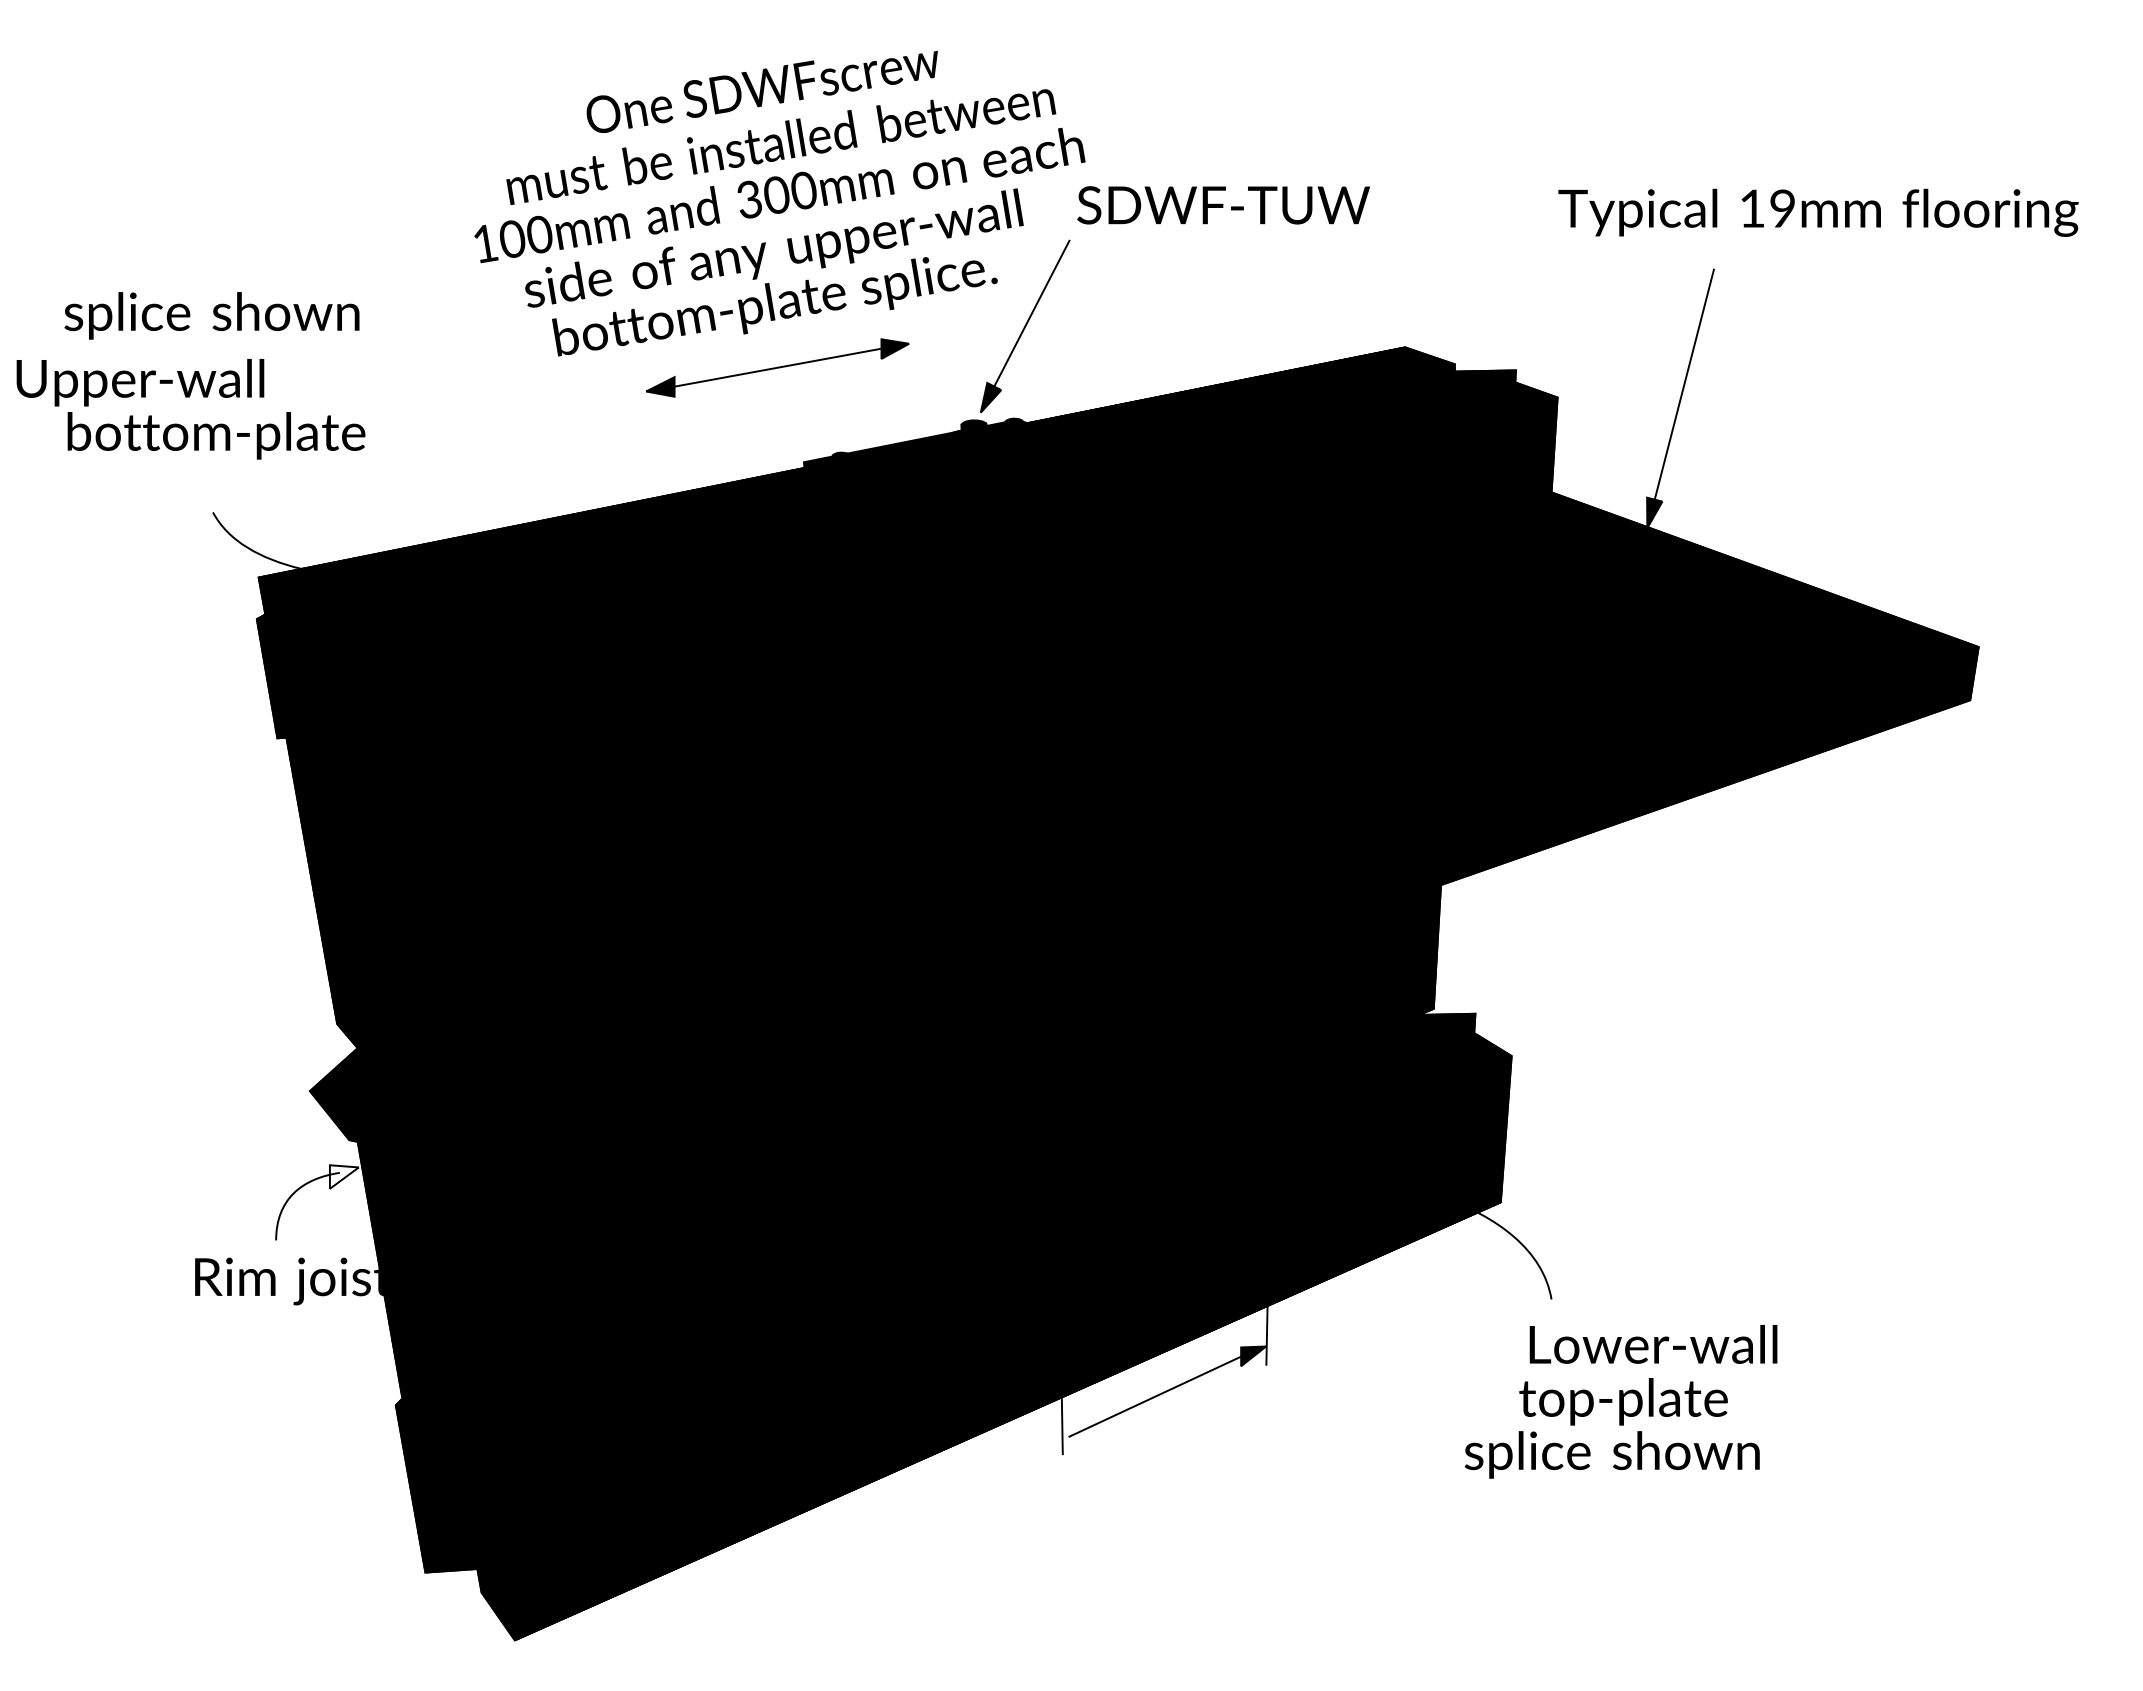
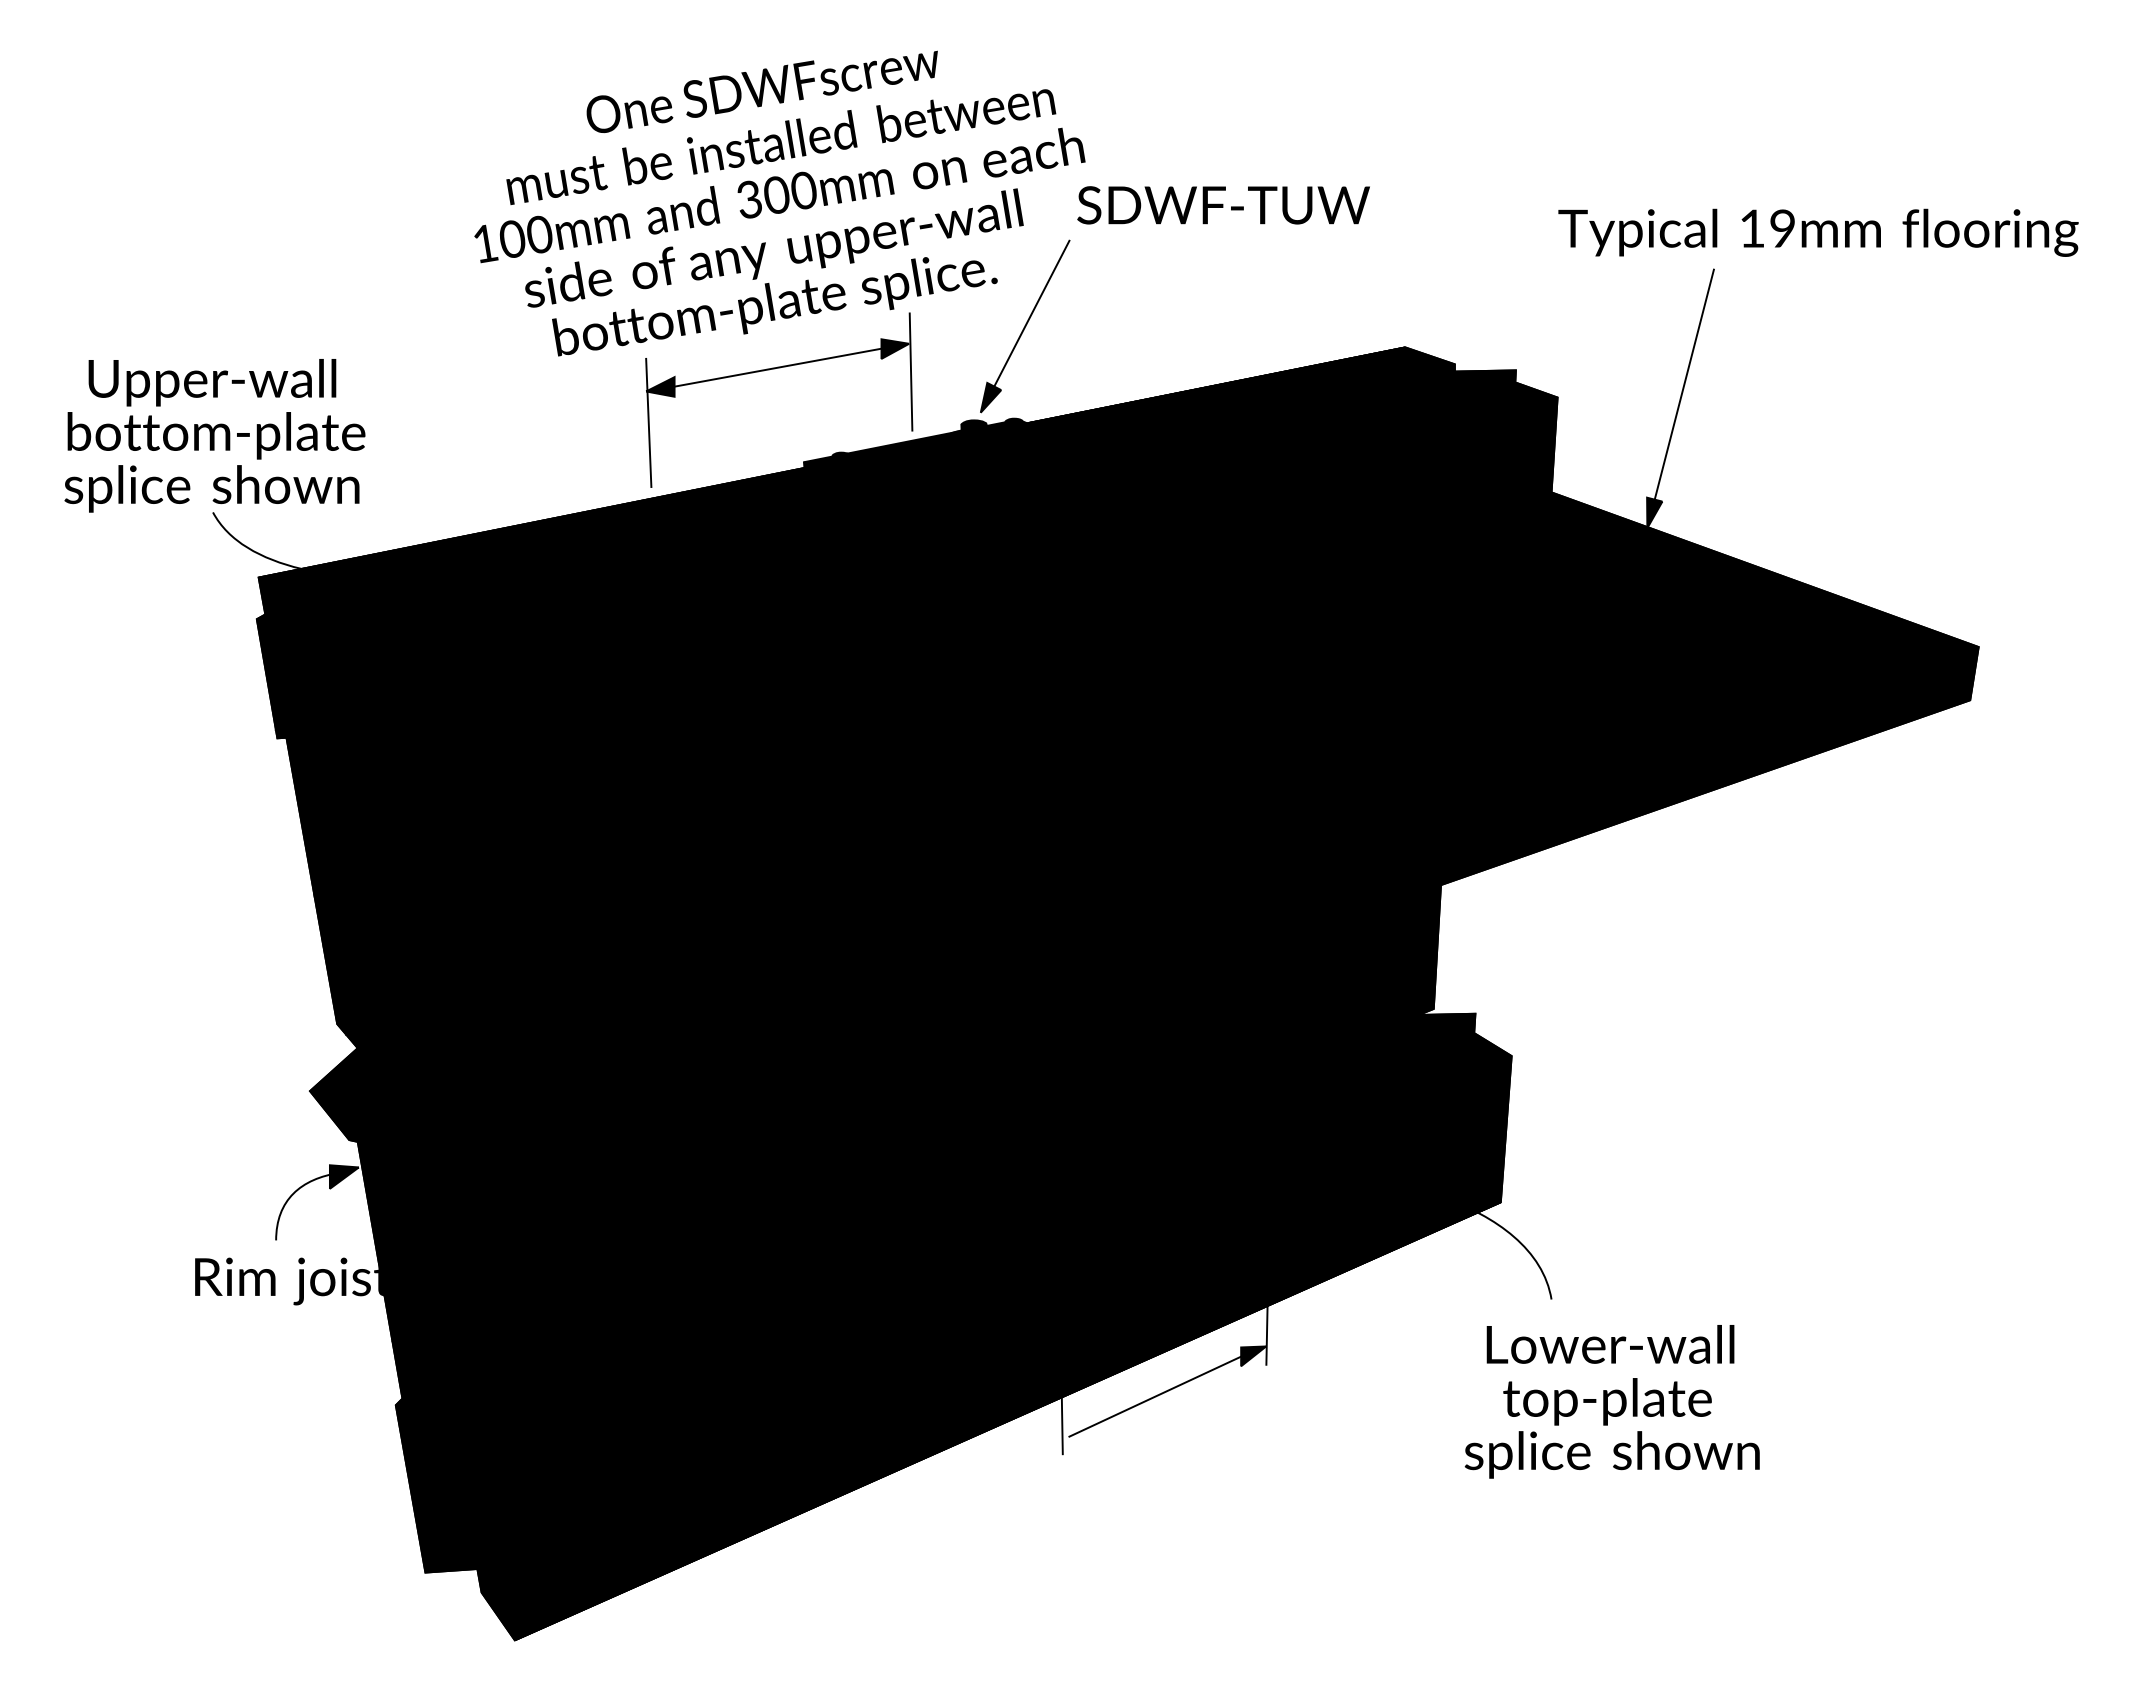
text at (1818, 212) position: (1818, 212) -> (1818, 232)
text at (211, 315) position: (211, 315) -> (211, 488)
line at (910, 371): none -> present
text at (140, 382) position: (140, 382) -> (212, 382)
line at (648, 422): none -> present
fill at (343, 1176): none -> present
text at (1653, 1344) position: (1653, 1344) -> (1610, 1344)
text at (1623, 1401) position: (1623, 1401) -> (1607, 1401)
